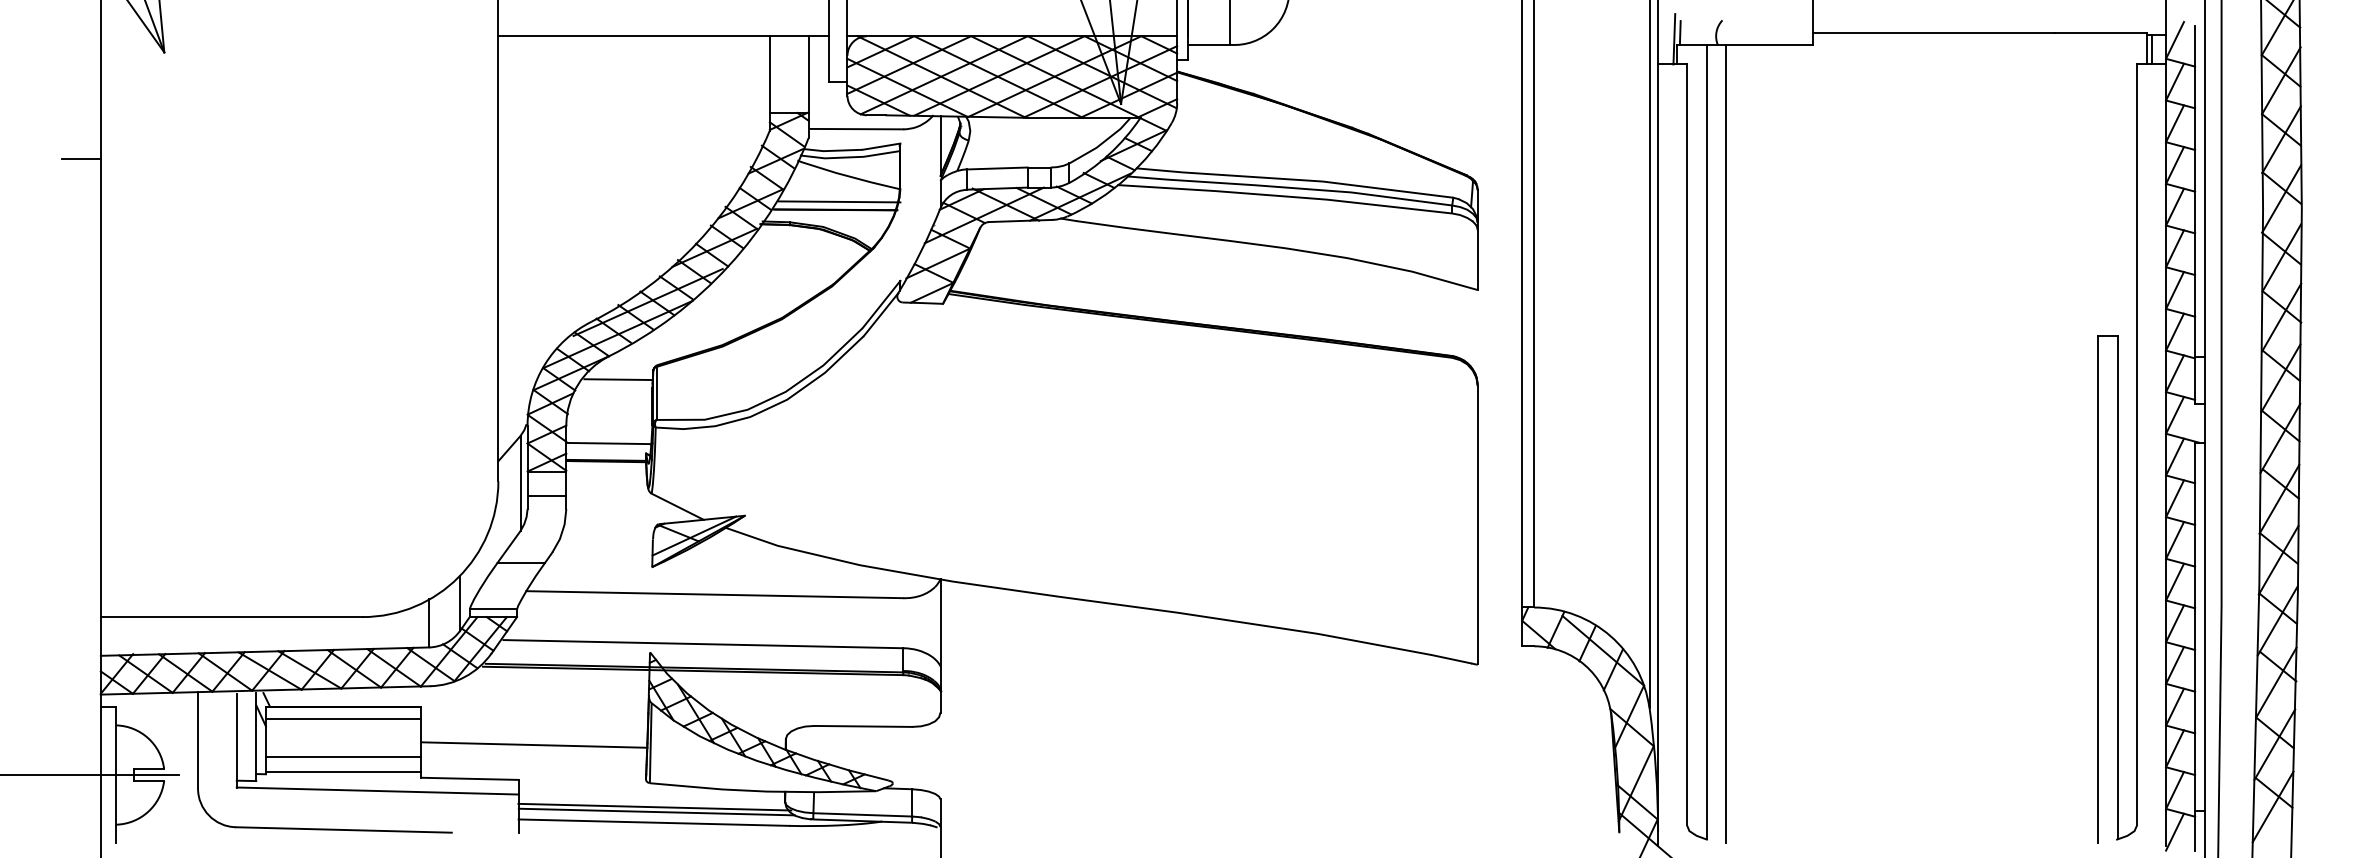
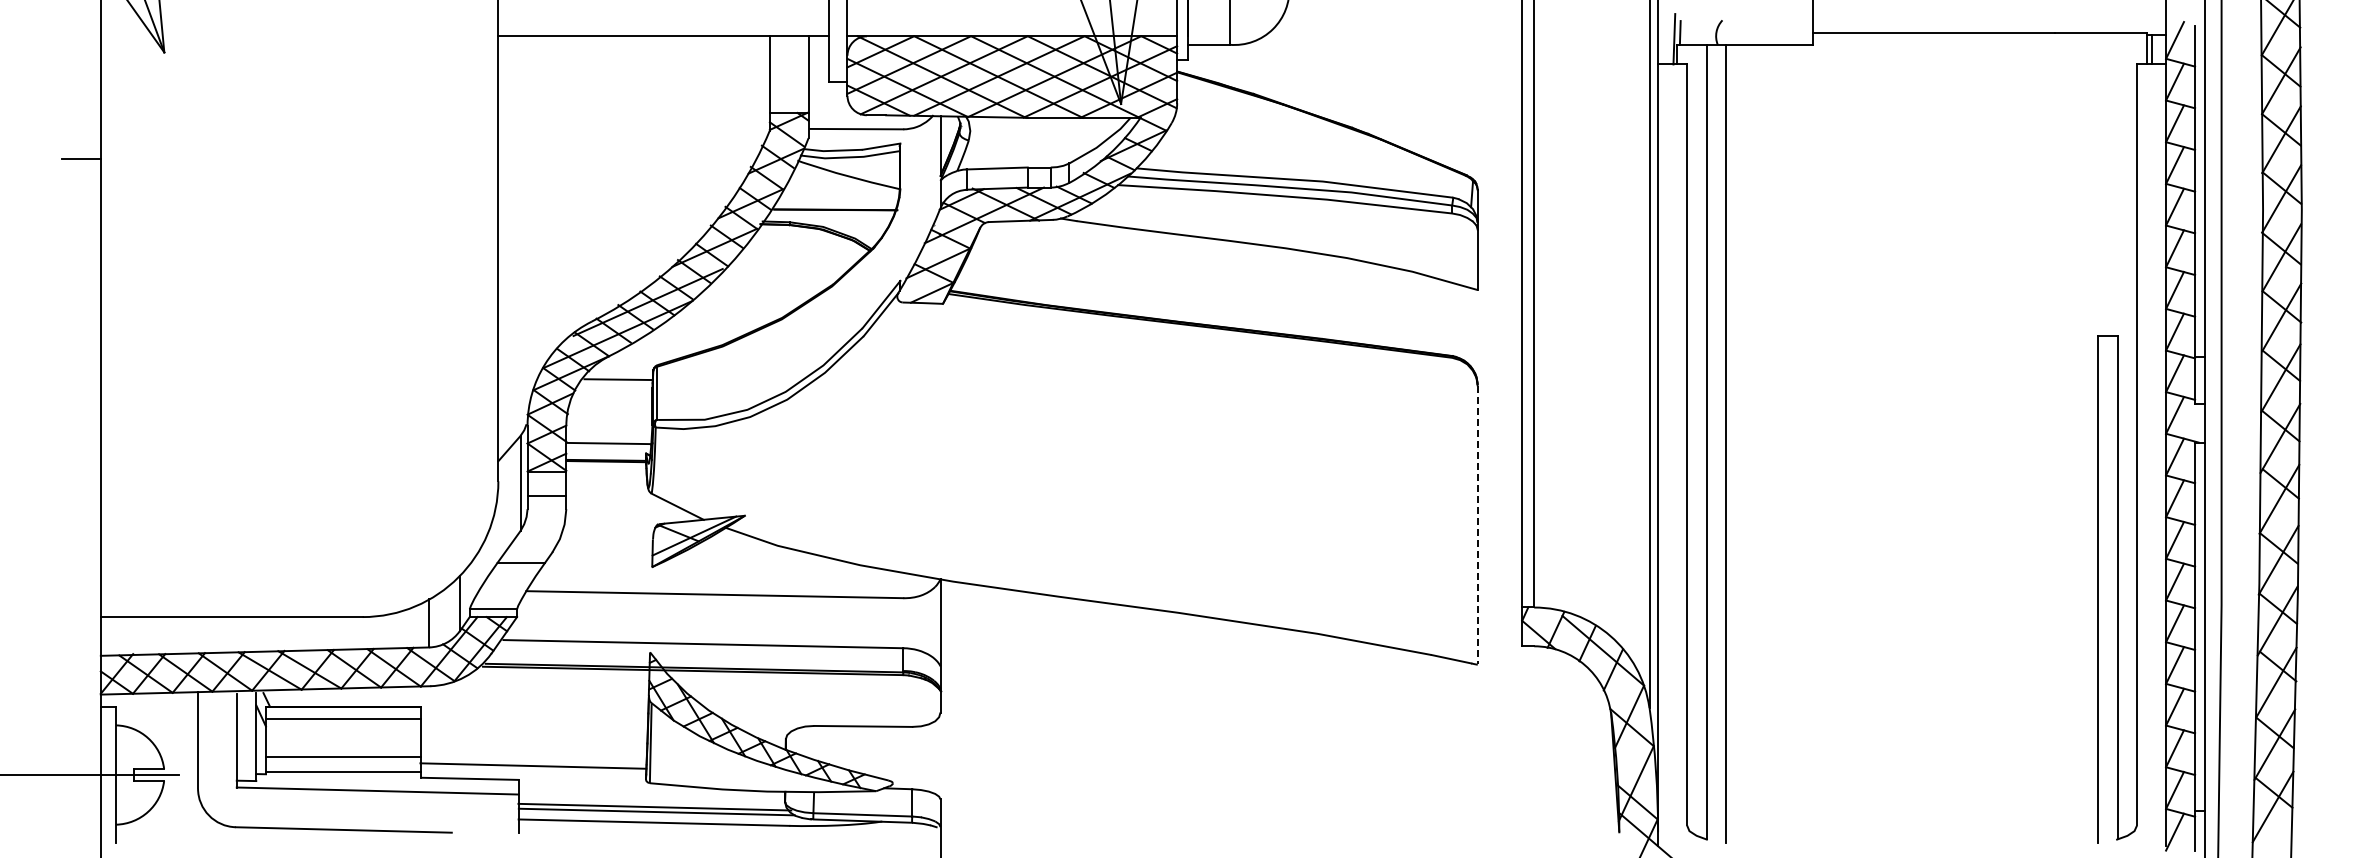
line at (839, 201): present -> none
line at (1477, 525): solid -> dashed
line at (534, 744) position: (534, 744) -> (533, 765)
